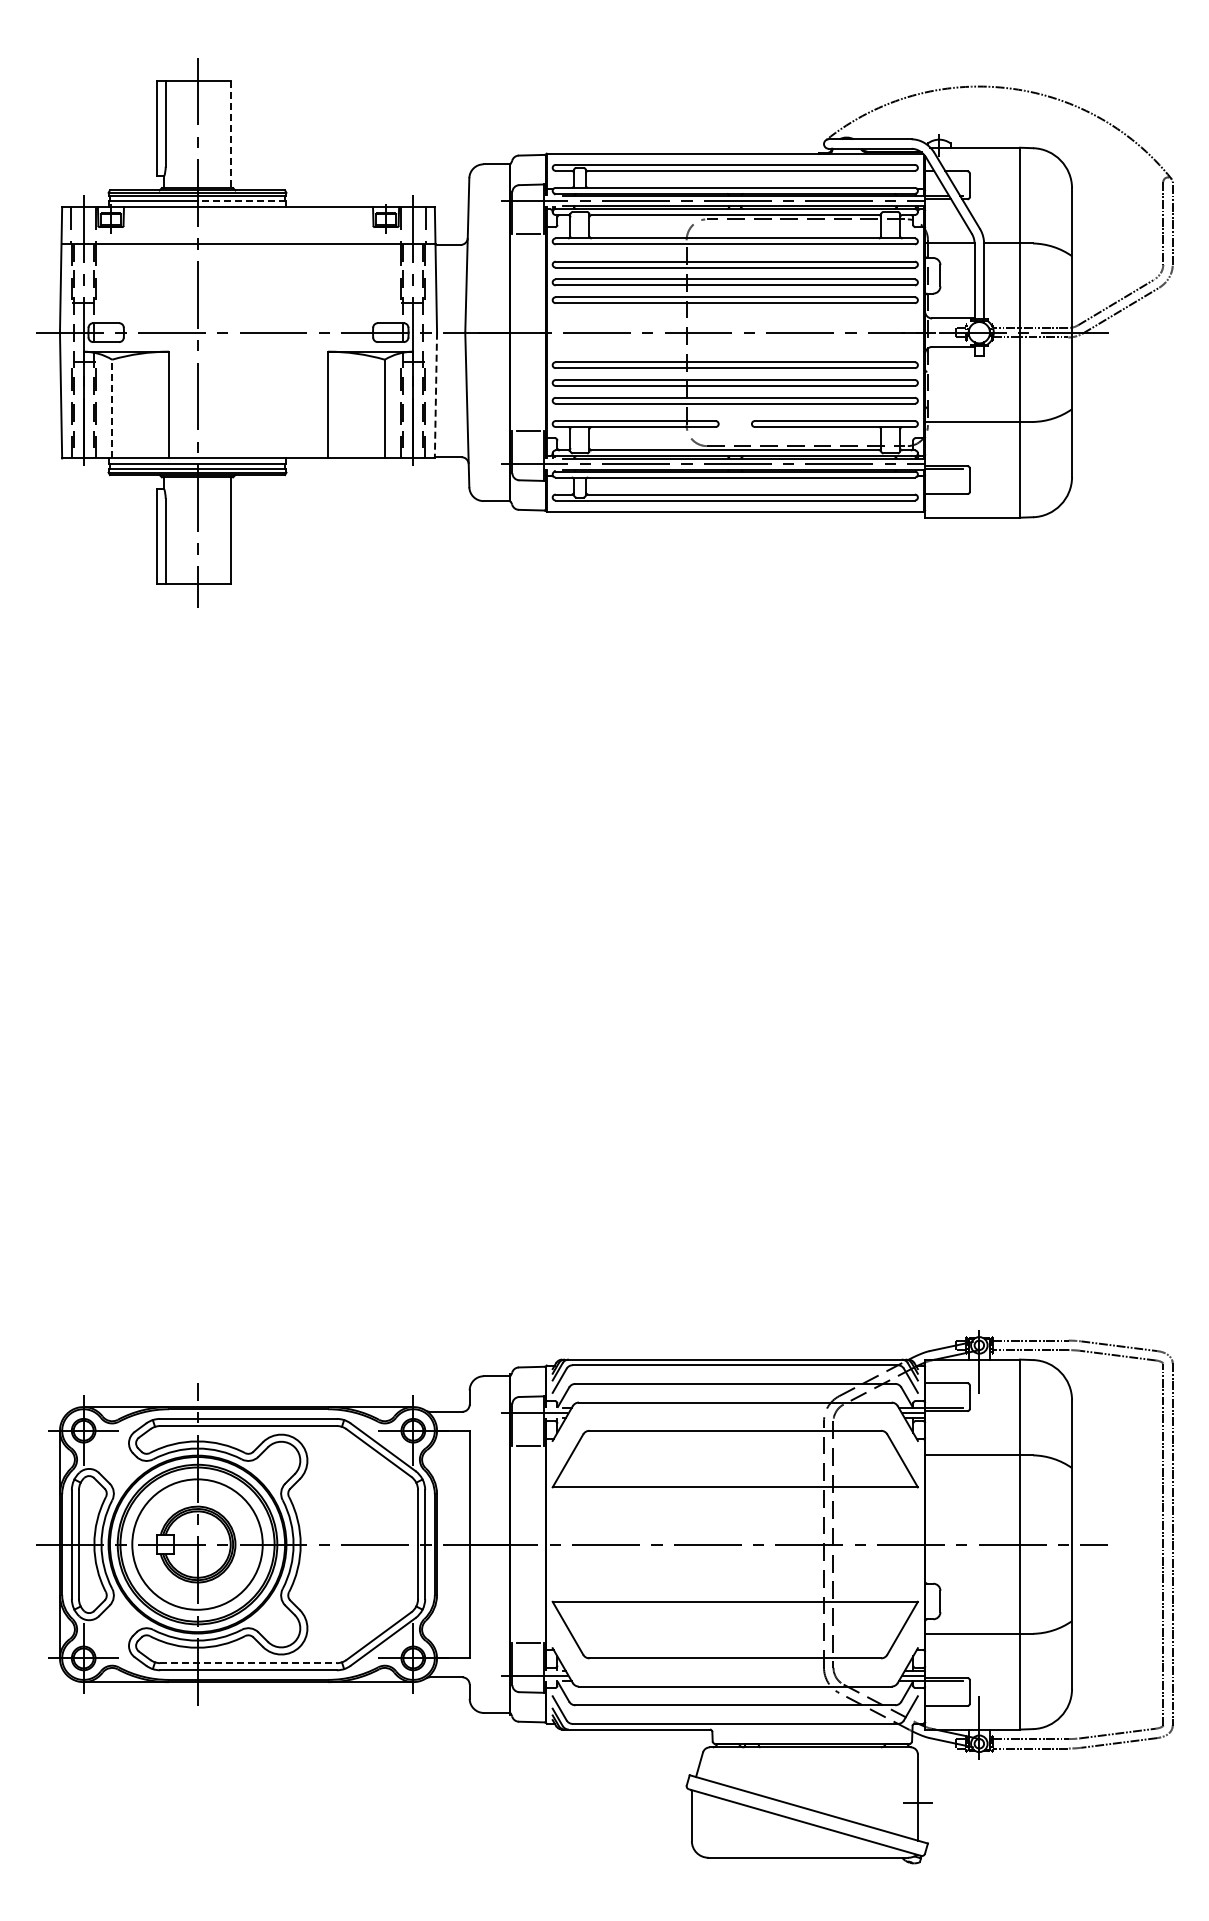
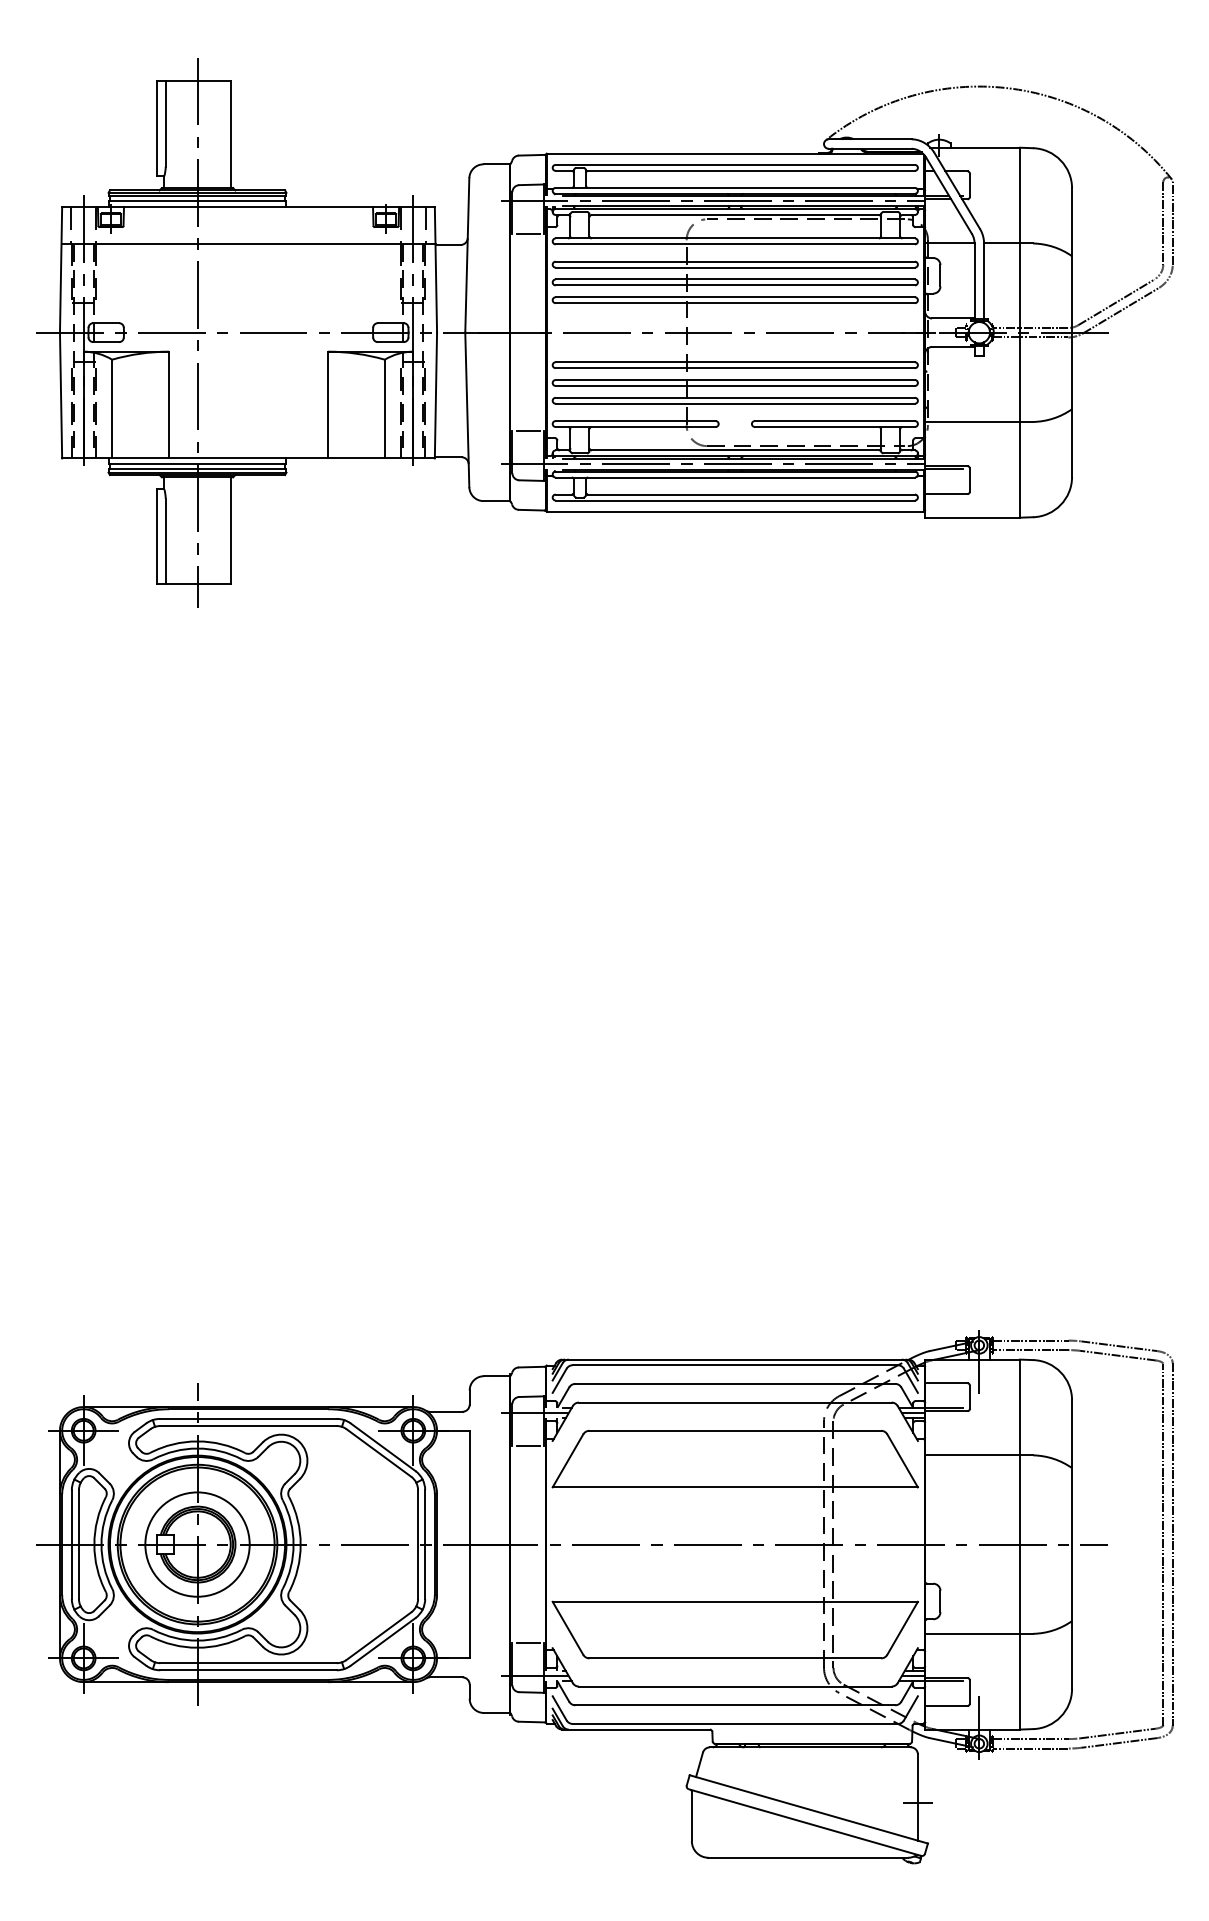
line at (230, 135): dashed -> solid
line at (241, 201): dashed -> solid
line at (435, 395): dashed -> solid
line at (112, 408): dashed -> solid
circle at (197, 1544) diameter: 130 px -> 104 px
line at (249, 1663): dashed -> solid
